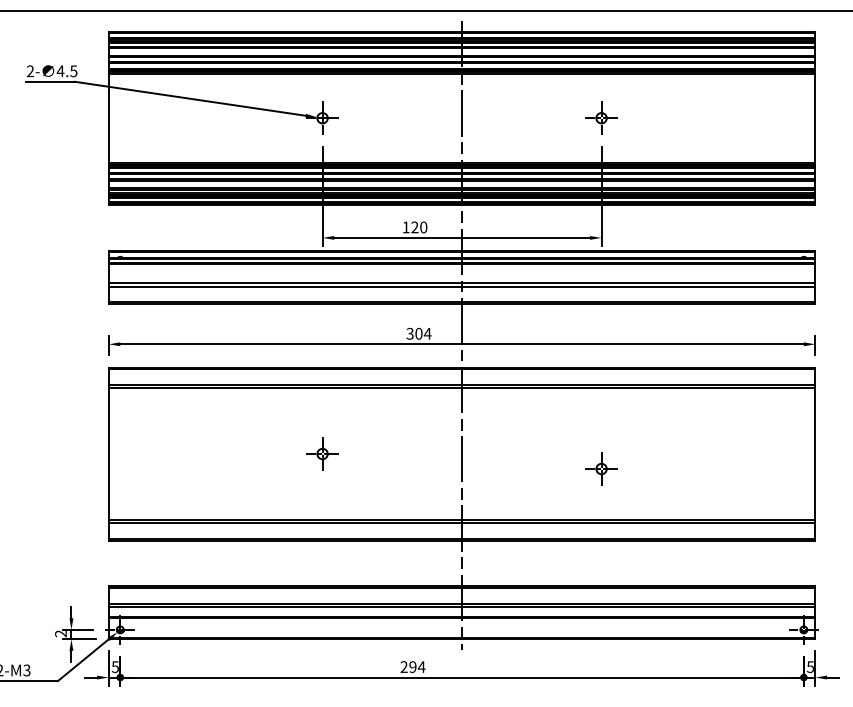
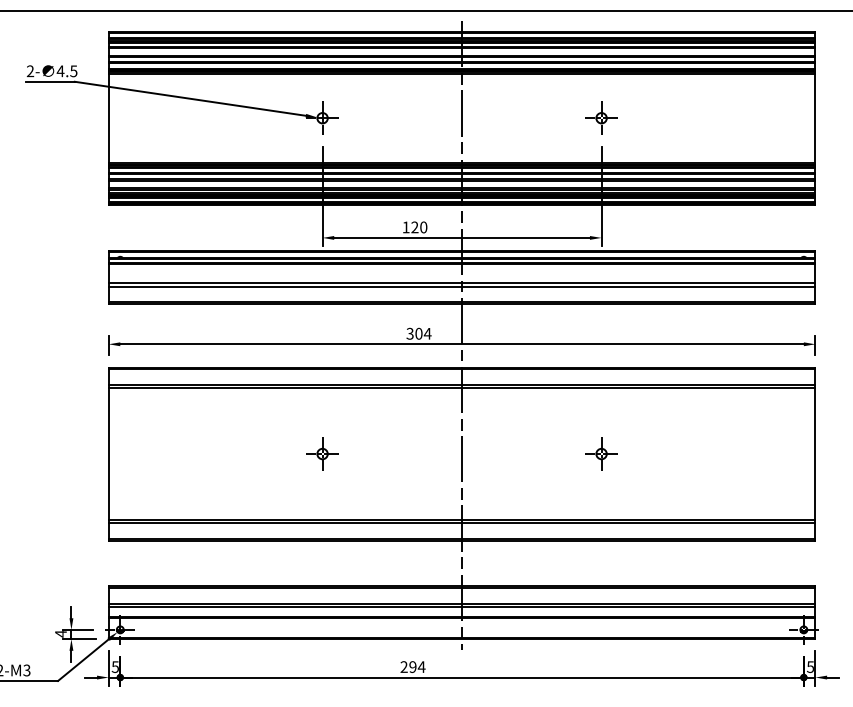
part at (601, 468) position: (601, 468) -> (601, 453)
text at (60, 633): 2 -> 4
